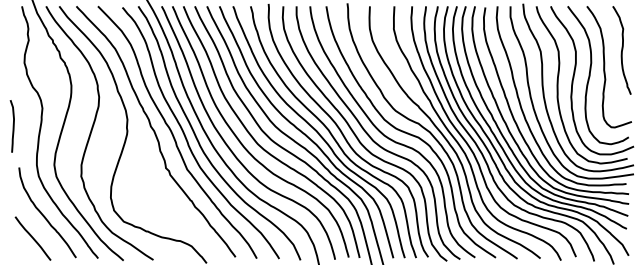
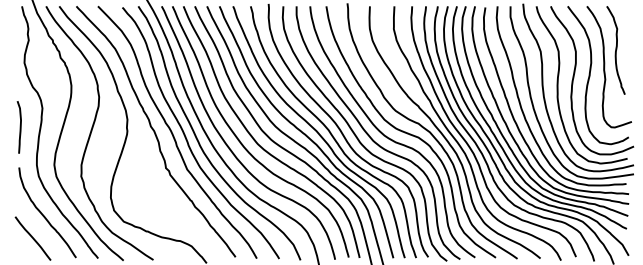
curve at (621, 50) position: (621, 50) -> (615, 50)
curve at (12, 126) position: (12, 126) -> (19, 127)
